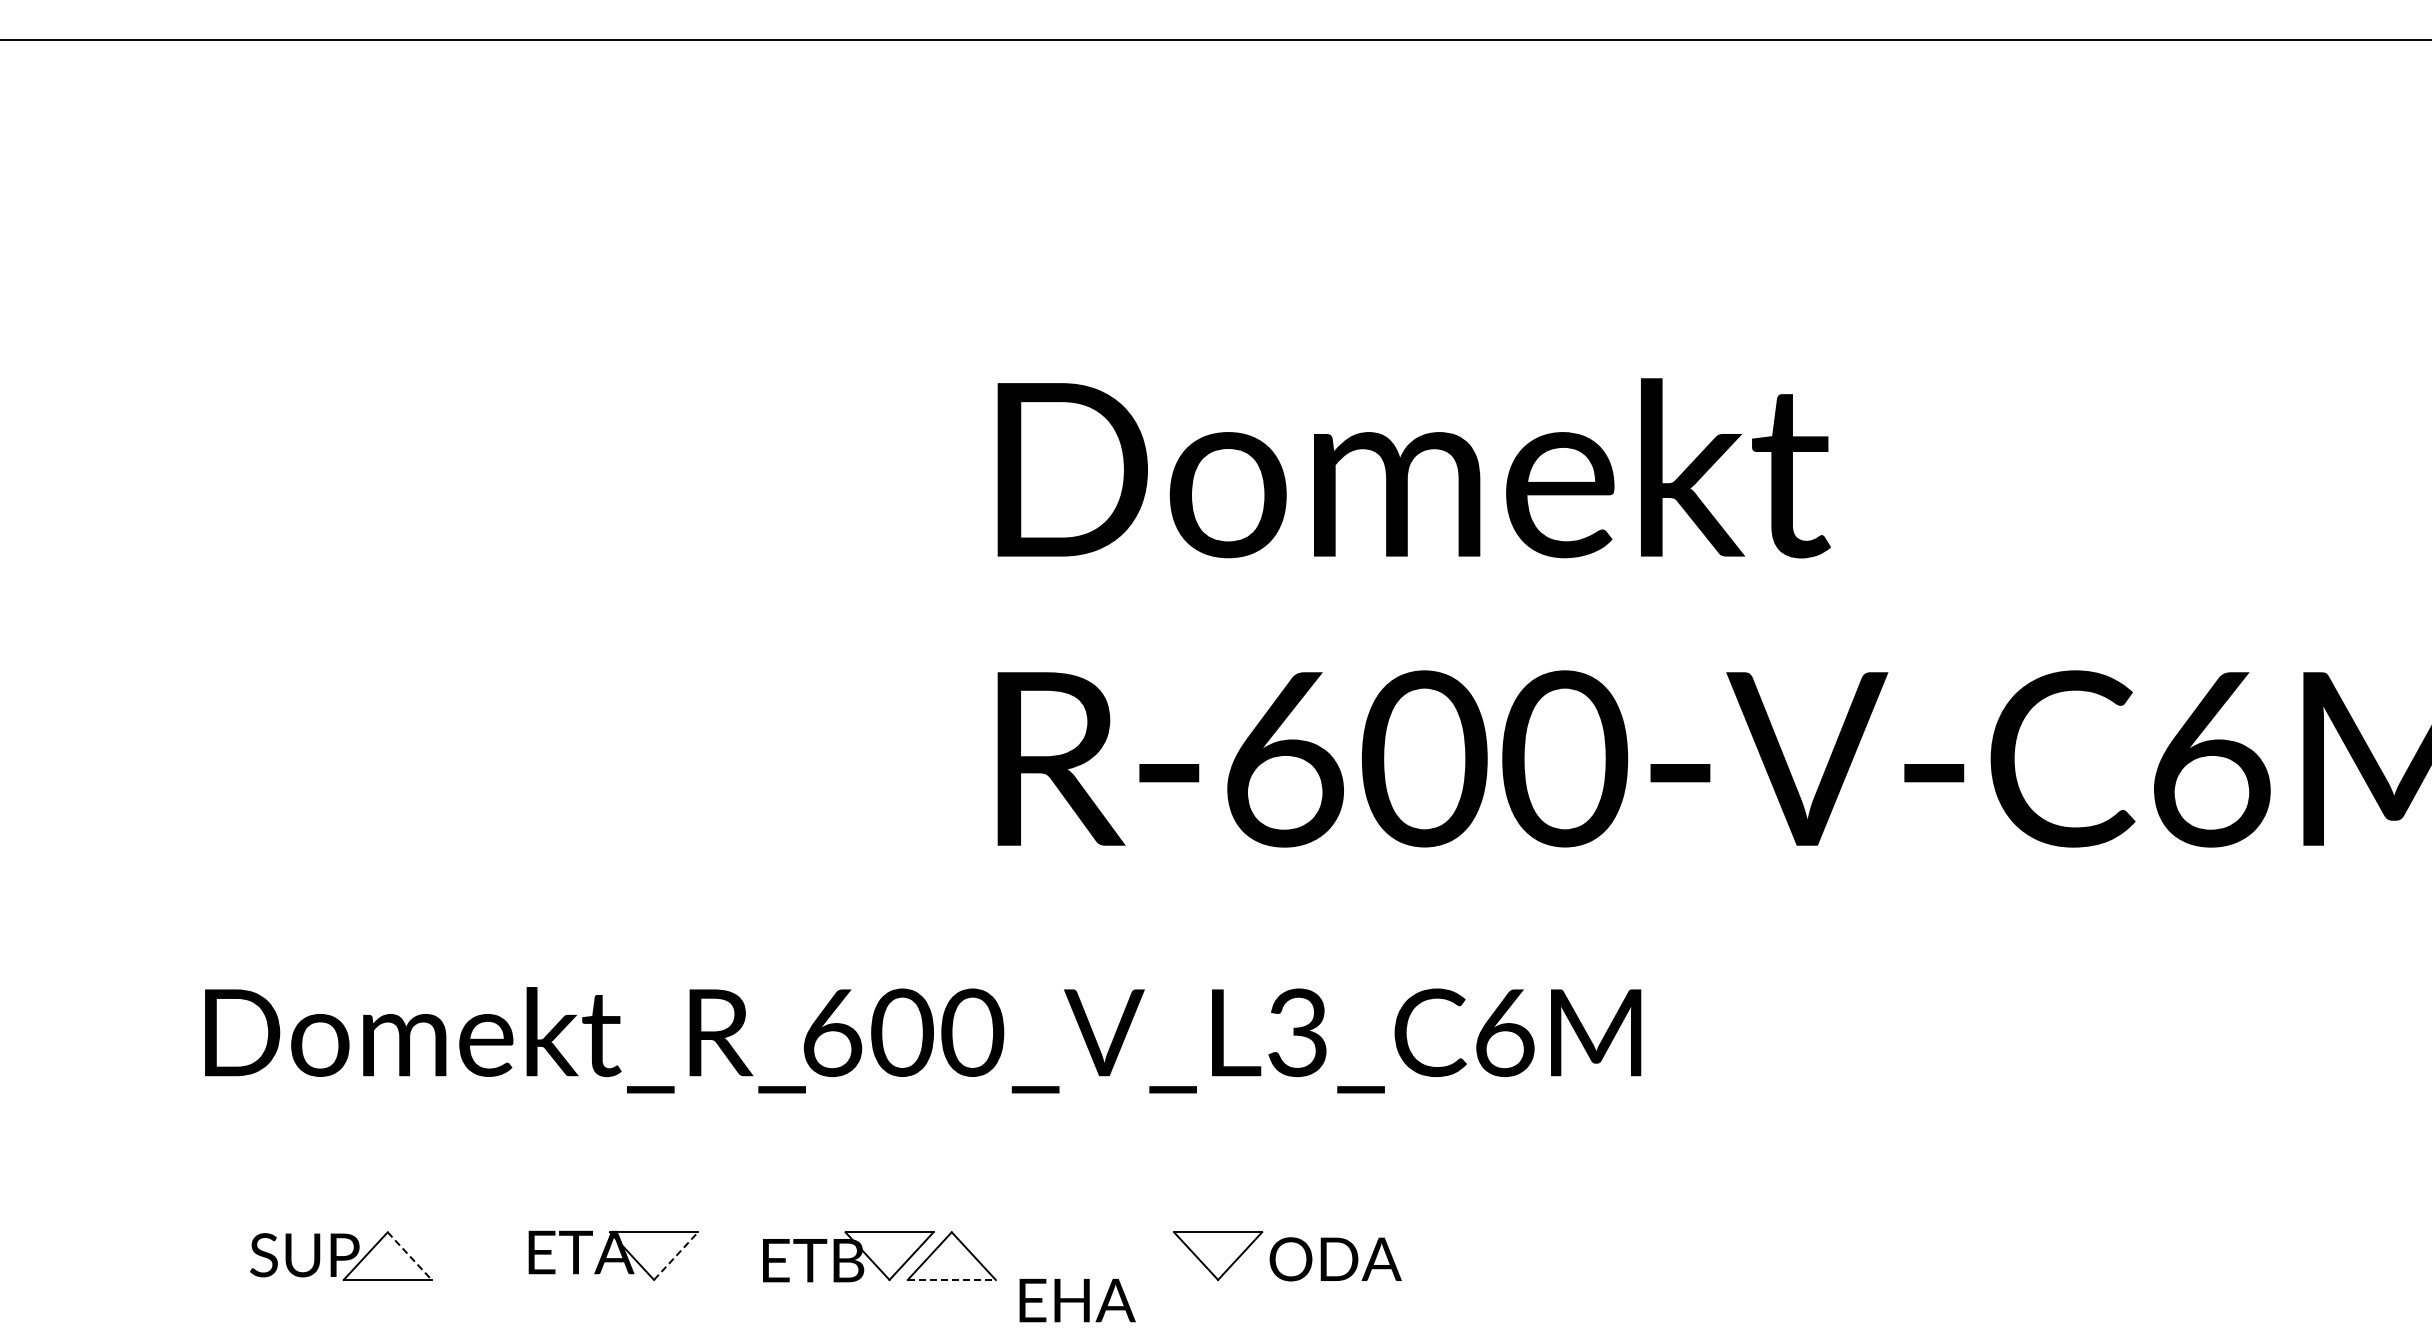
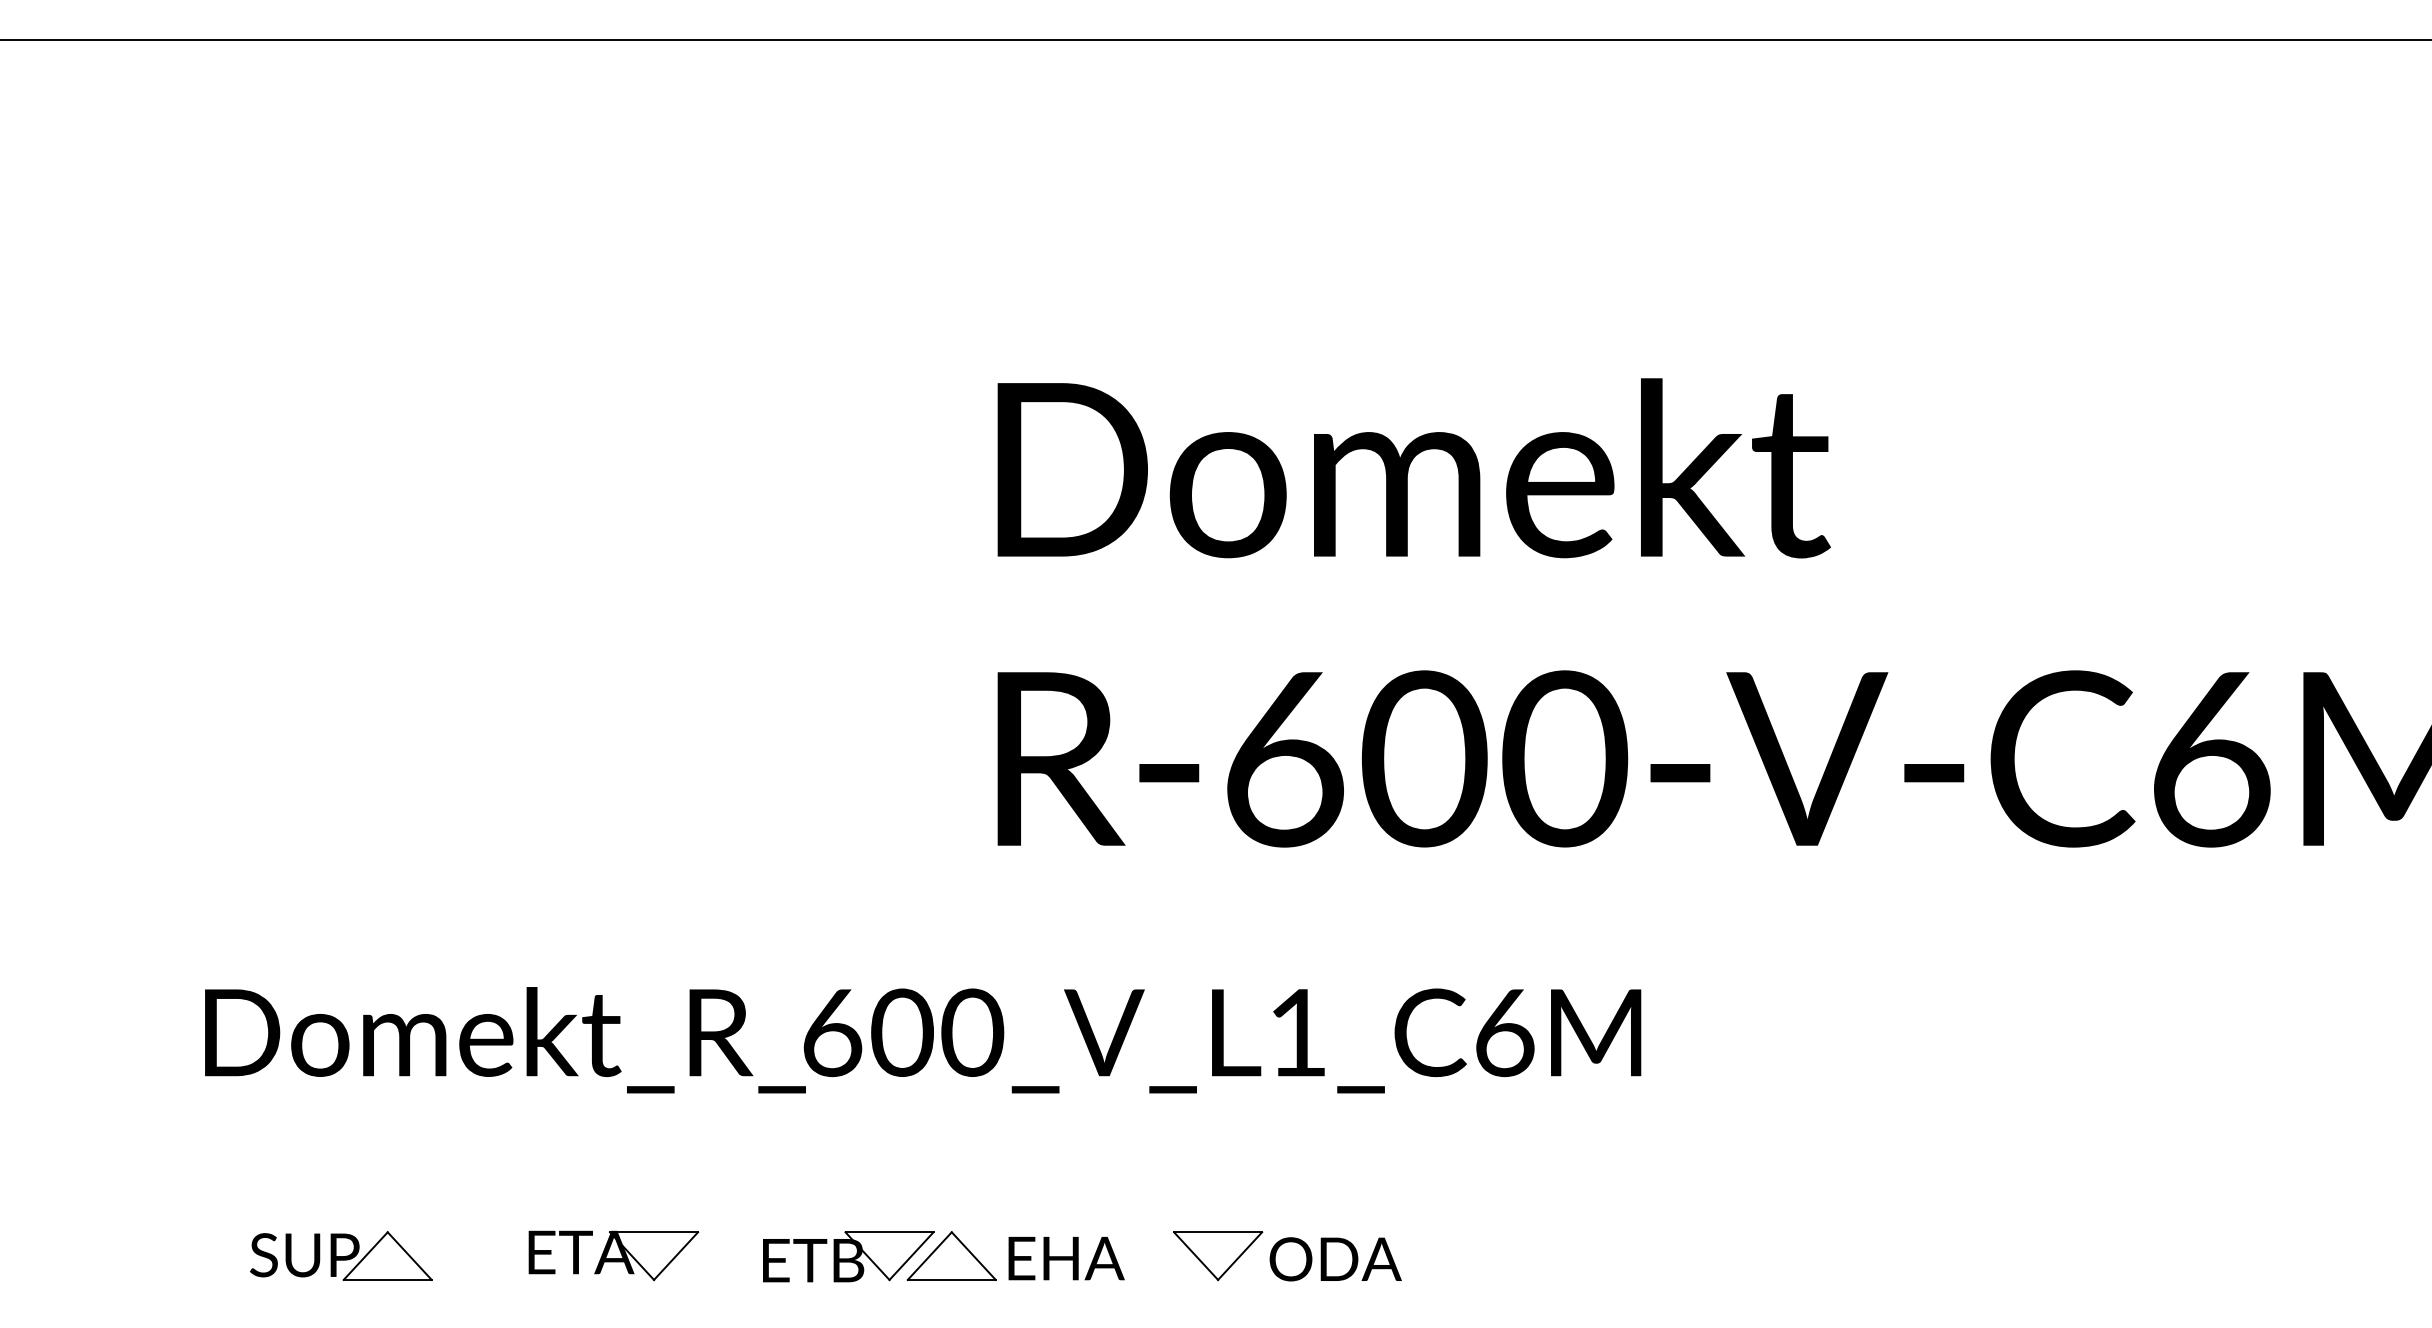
text at (1297, 1032): 600_V_L3_C6M -> 600_V_L1_C6M
line at (676, 1255): dashed -> solid
line at (410, 1256): dashed -> solid
line at (952, 1279): dashed -> solid
text at (1077, 1300) position: (1077, 1300) -> (1066, 1258)
